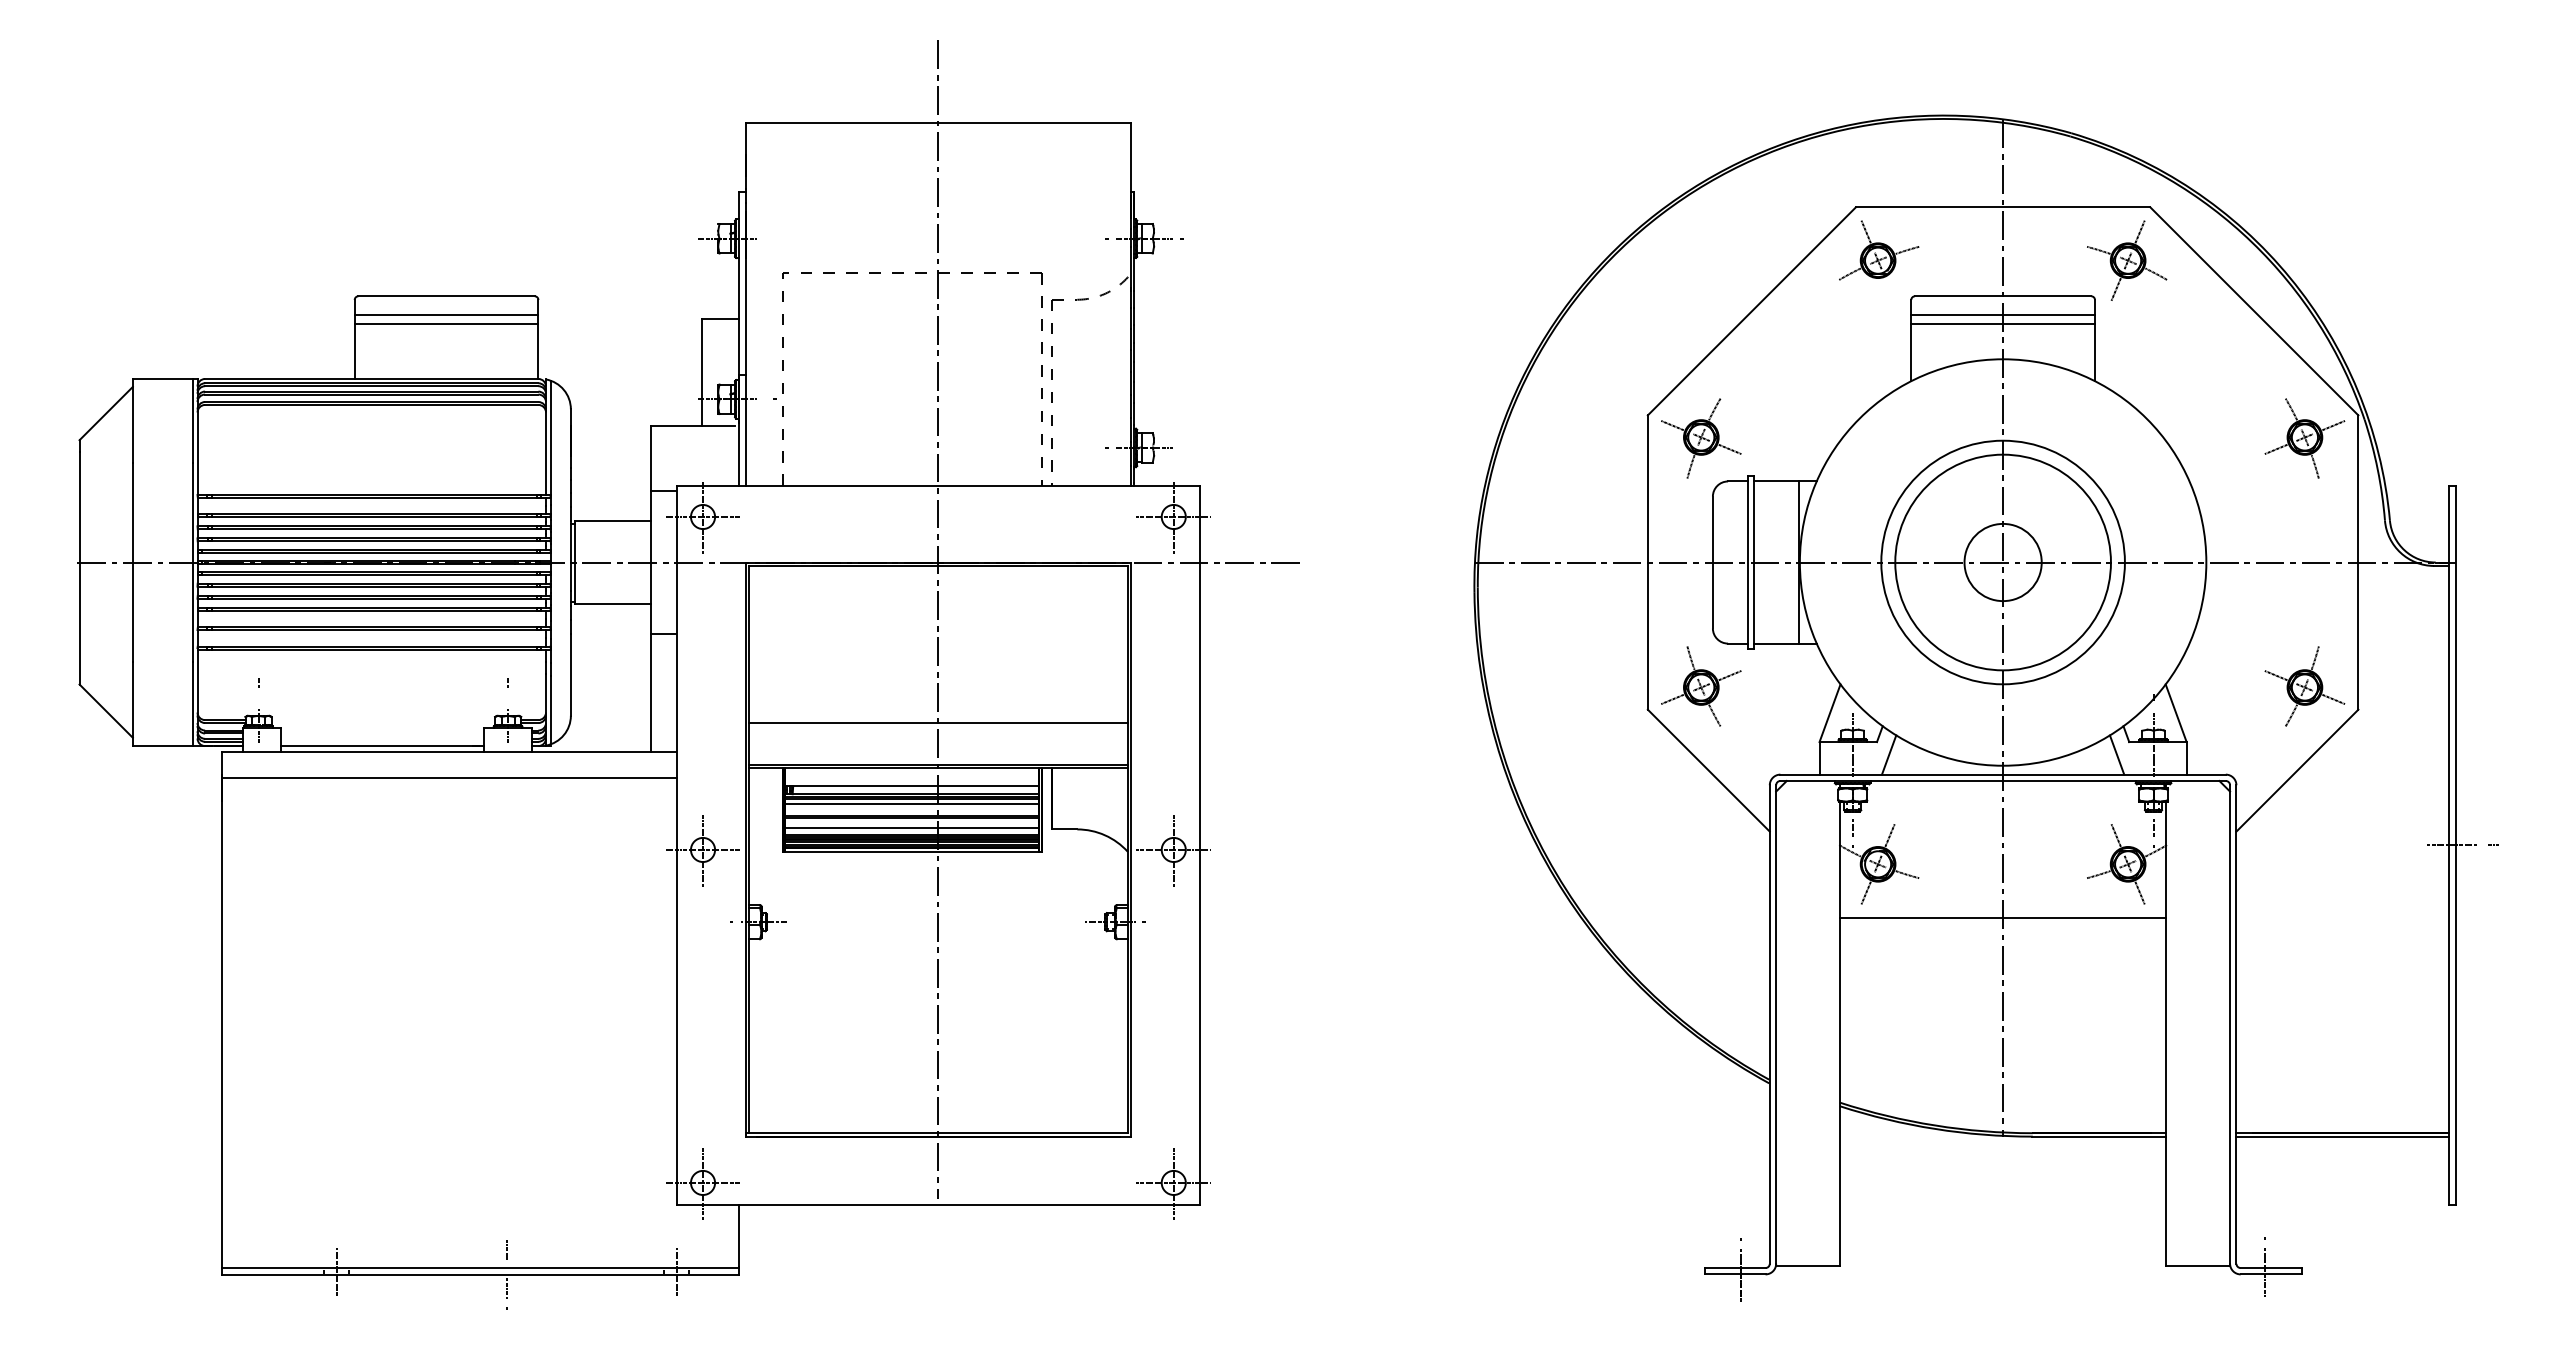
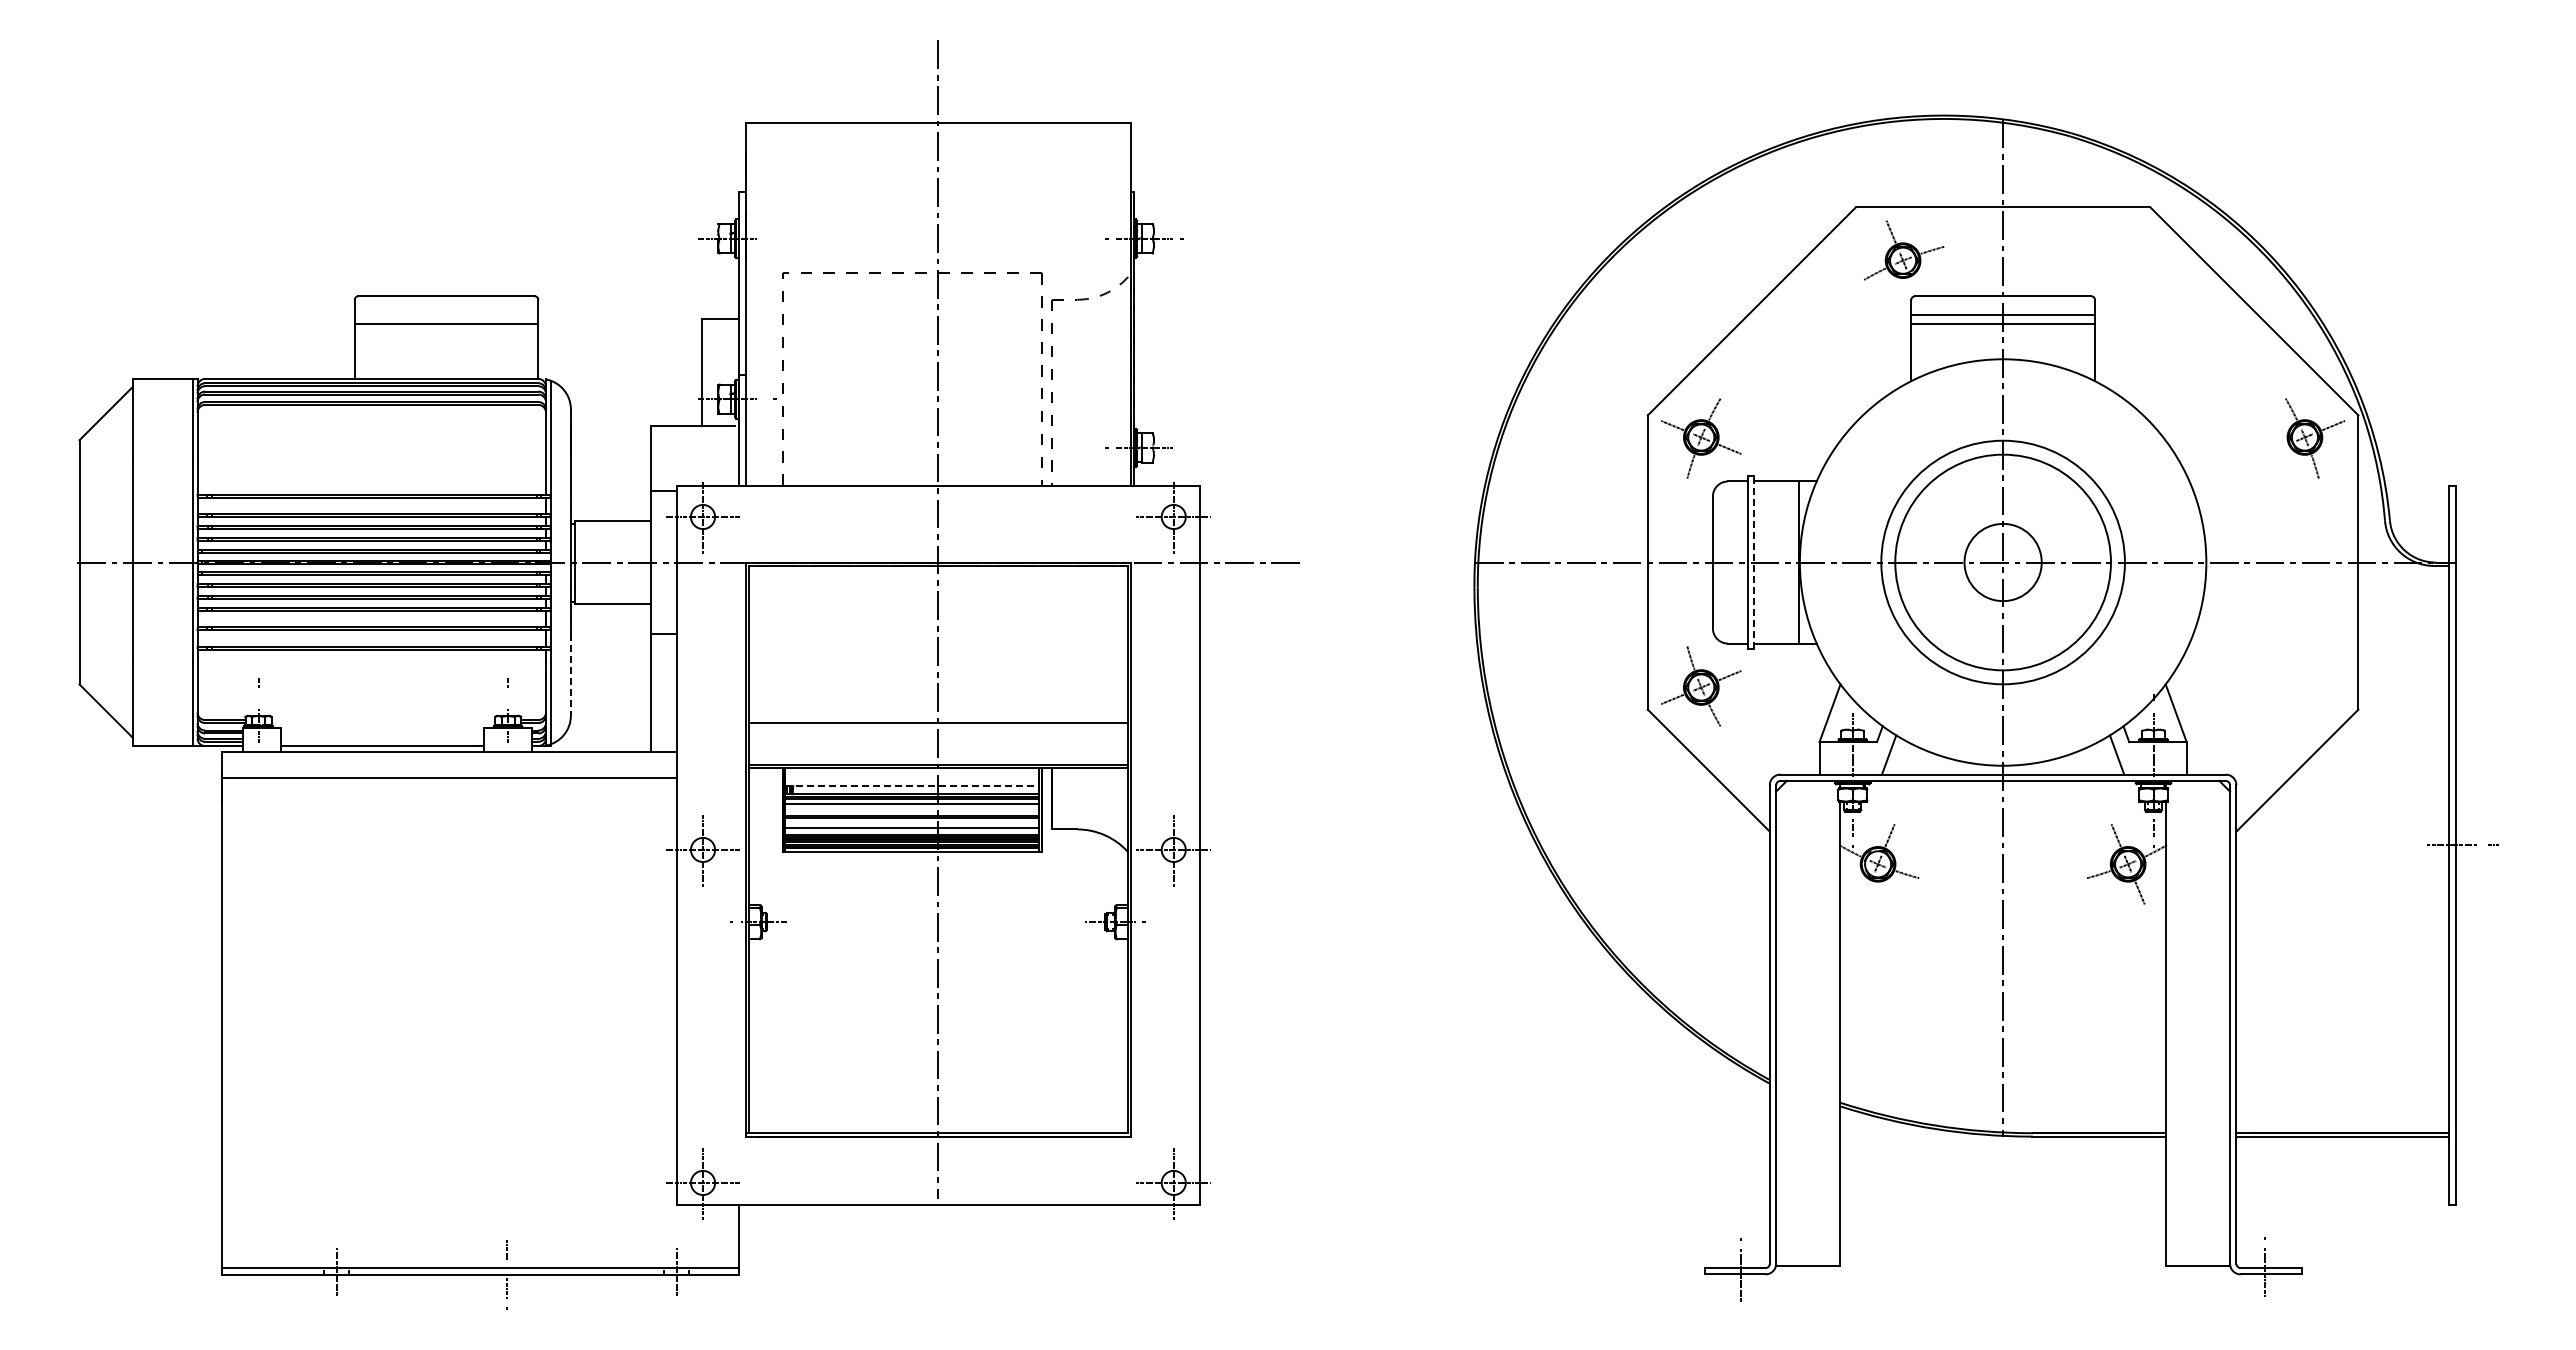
part at (1879, 250) position: (1879, 250) -> (1904, 250)
part at (2127, 260): present -> none
line at (446, 314): present -> none
line at (2275, 449): present -> none
line at (1753, 562): solid -> dashed
line at (570, 675): solid -> dashed
part at (2304, 686): present -> none
line at (912, 786): solid -> dashed
line at (1865, 892): present -> none
line at (2002, 917): present -> none
